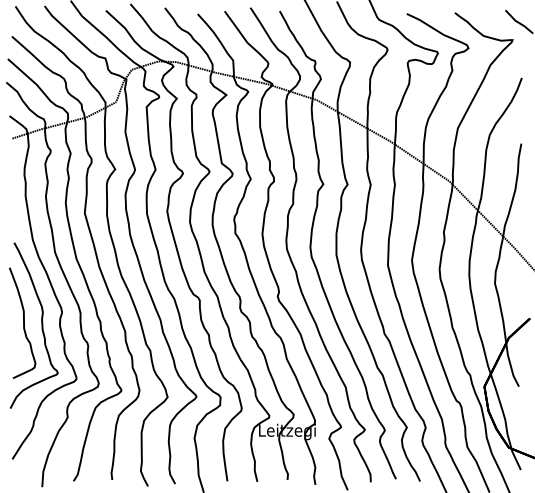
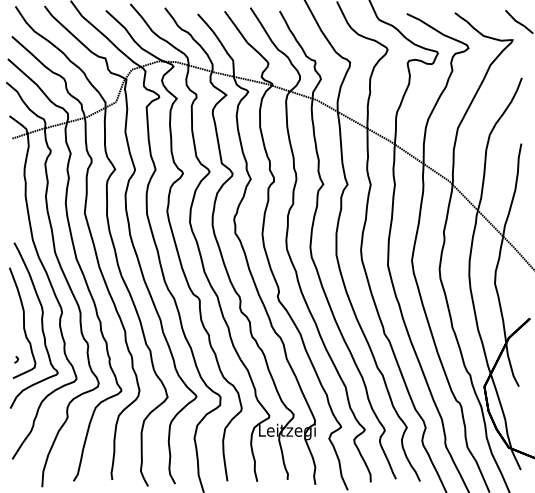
part at (16, 359): none -> present
